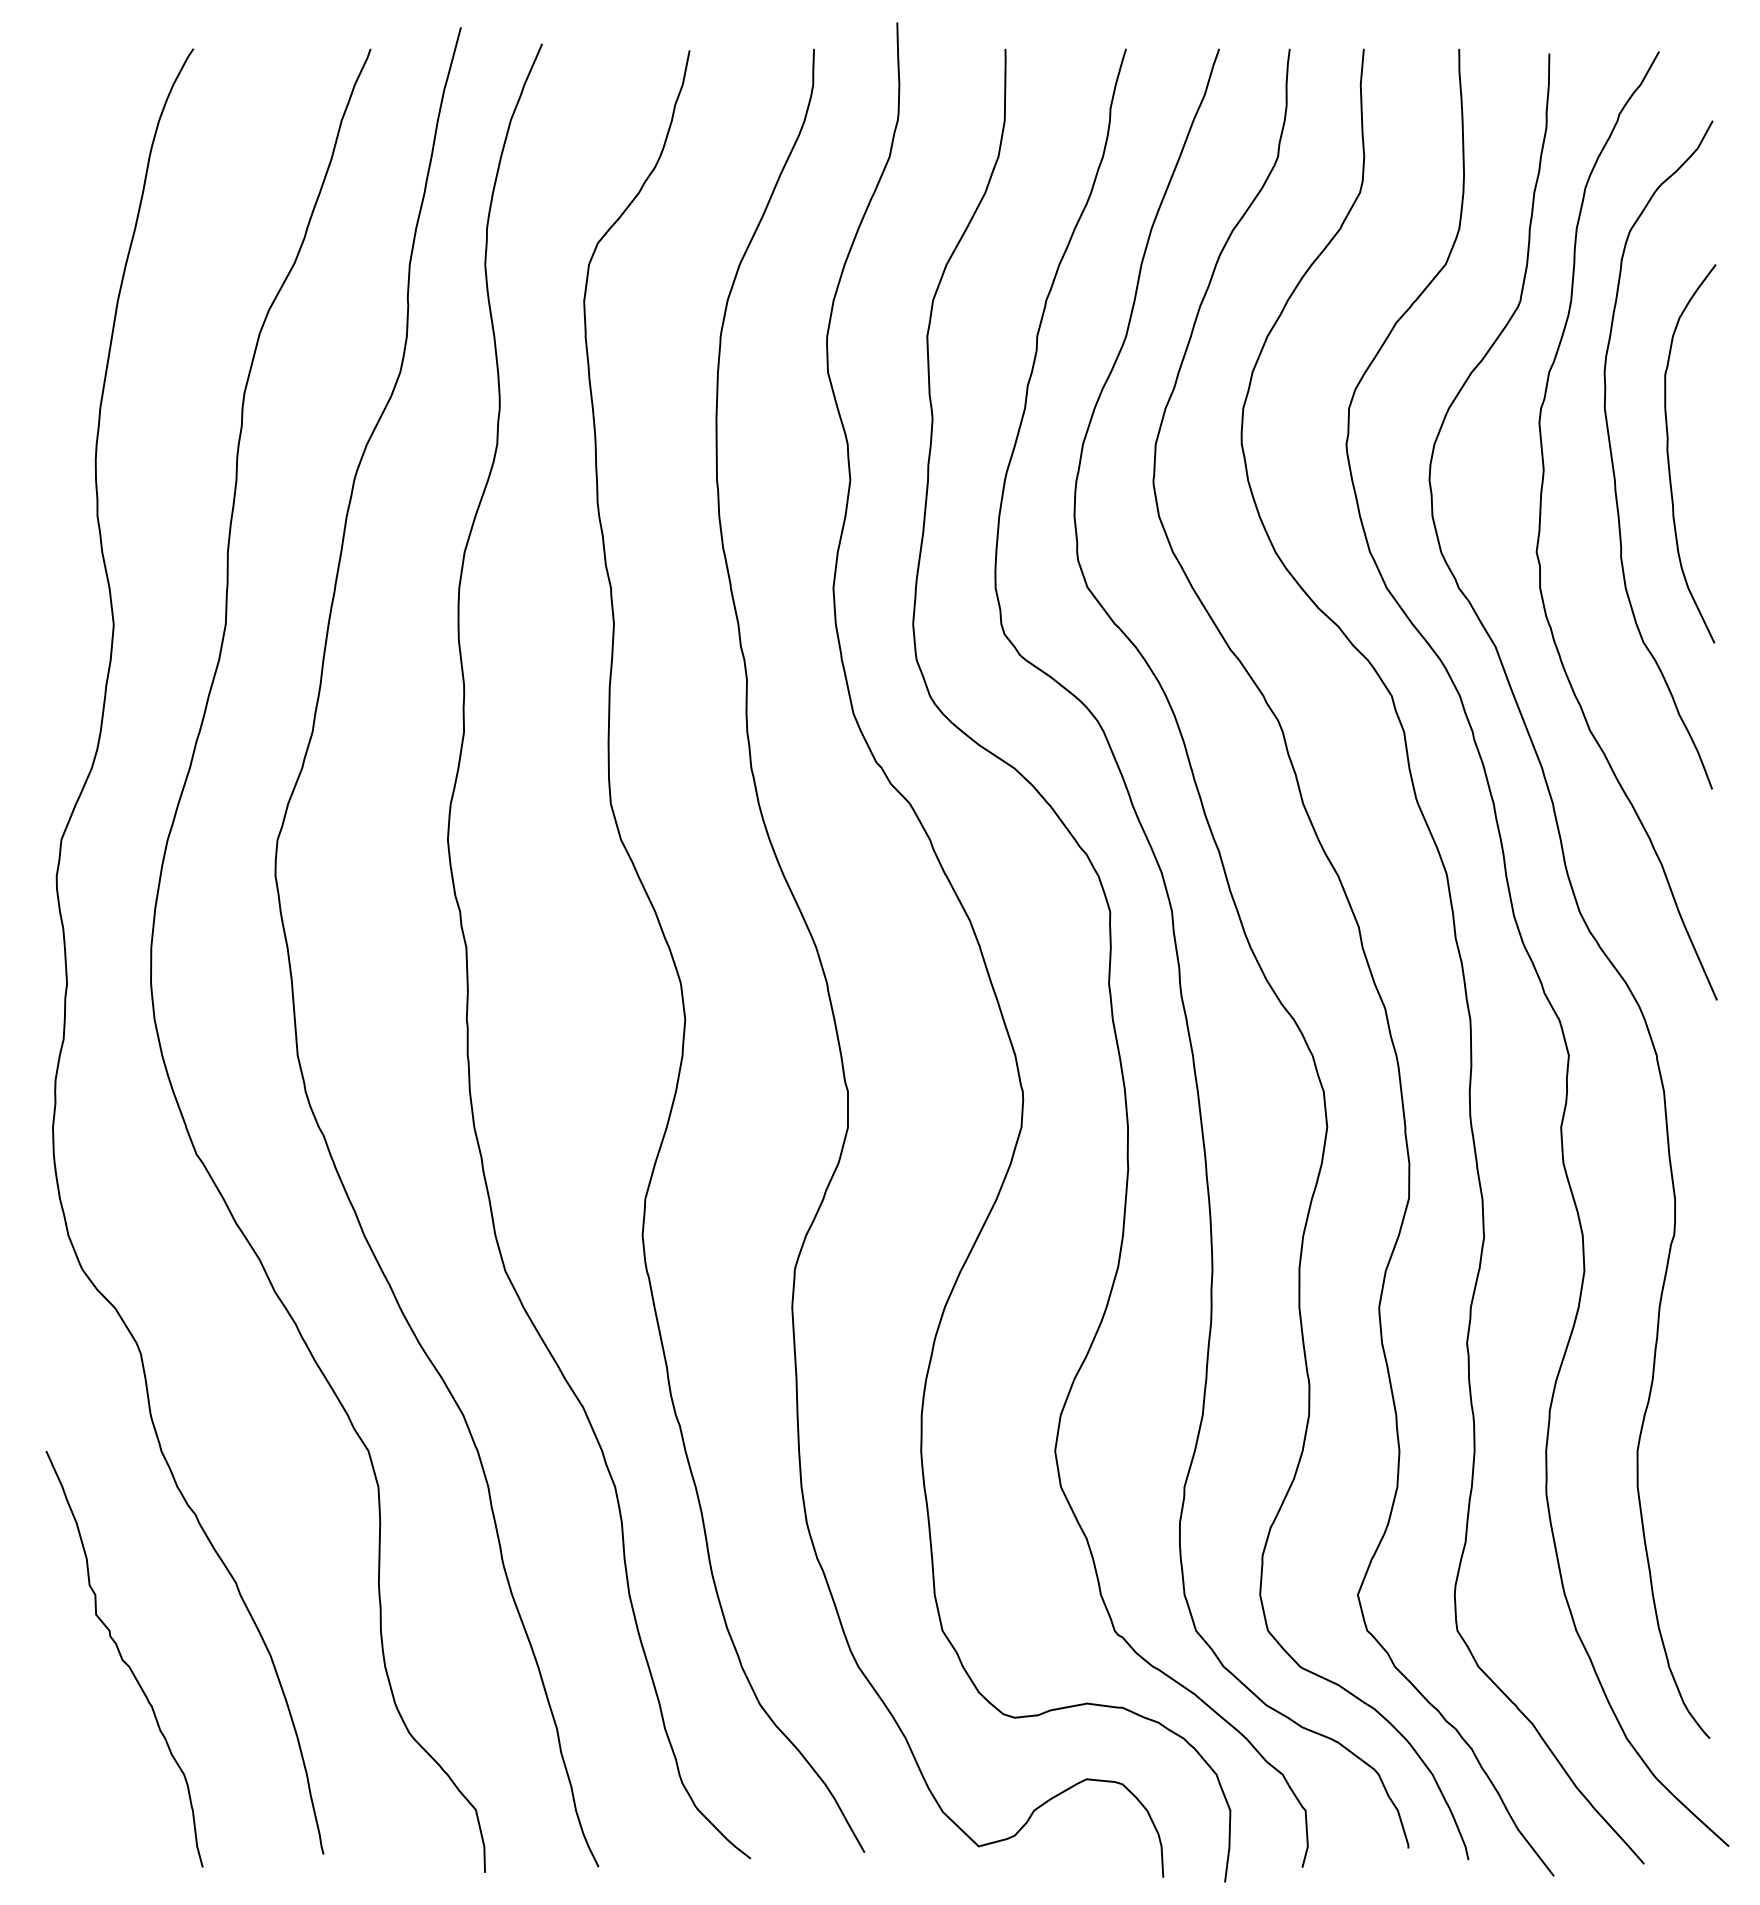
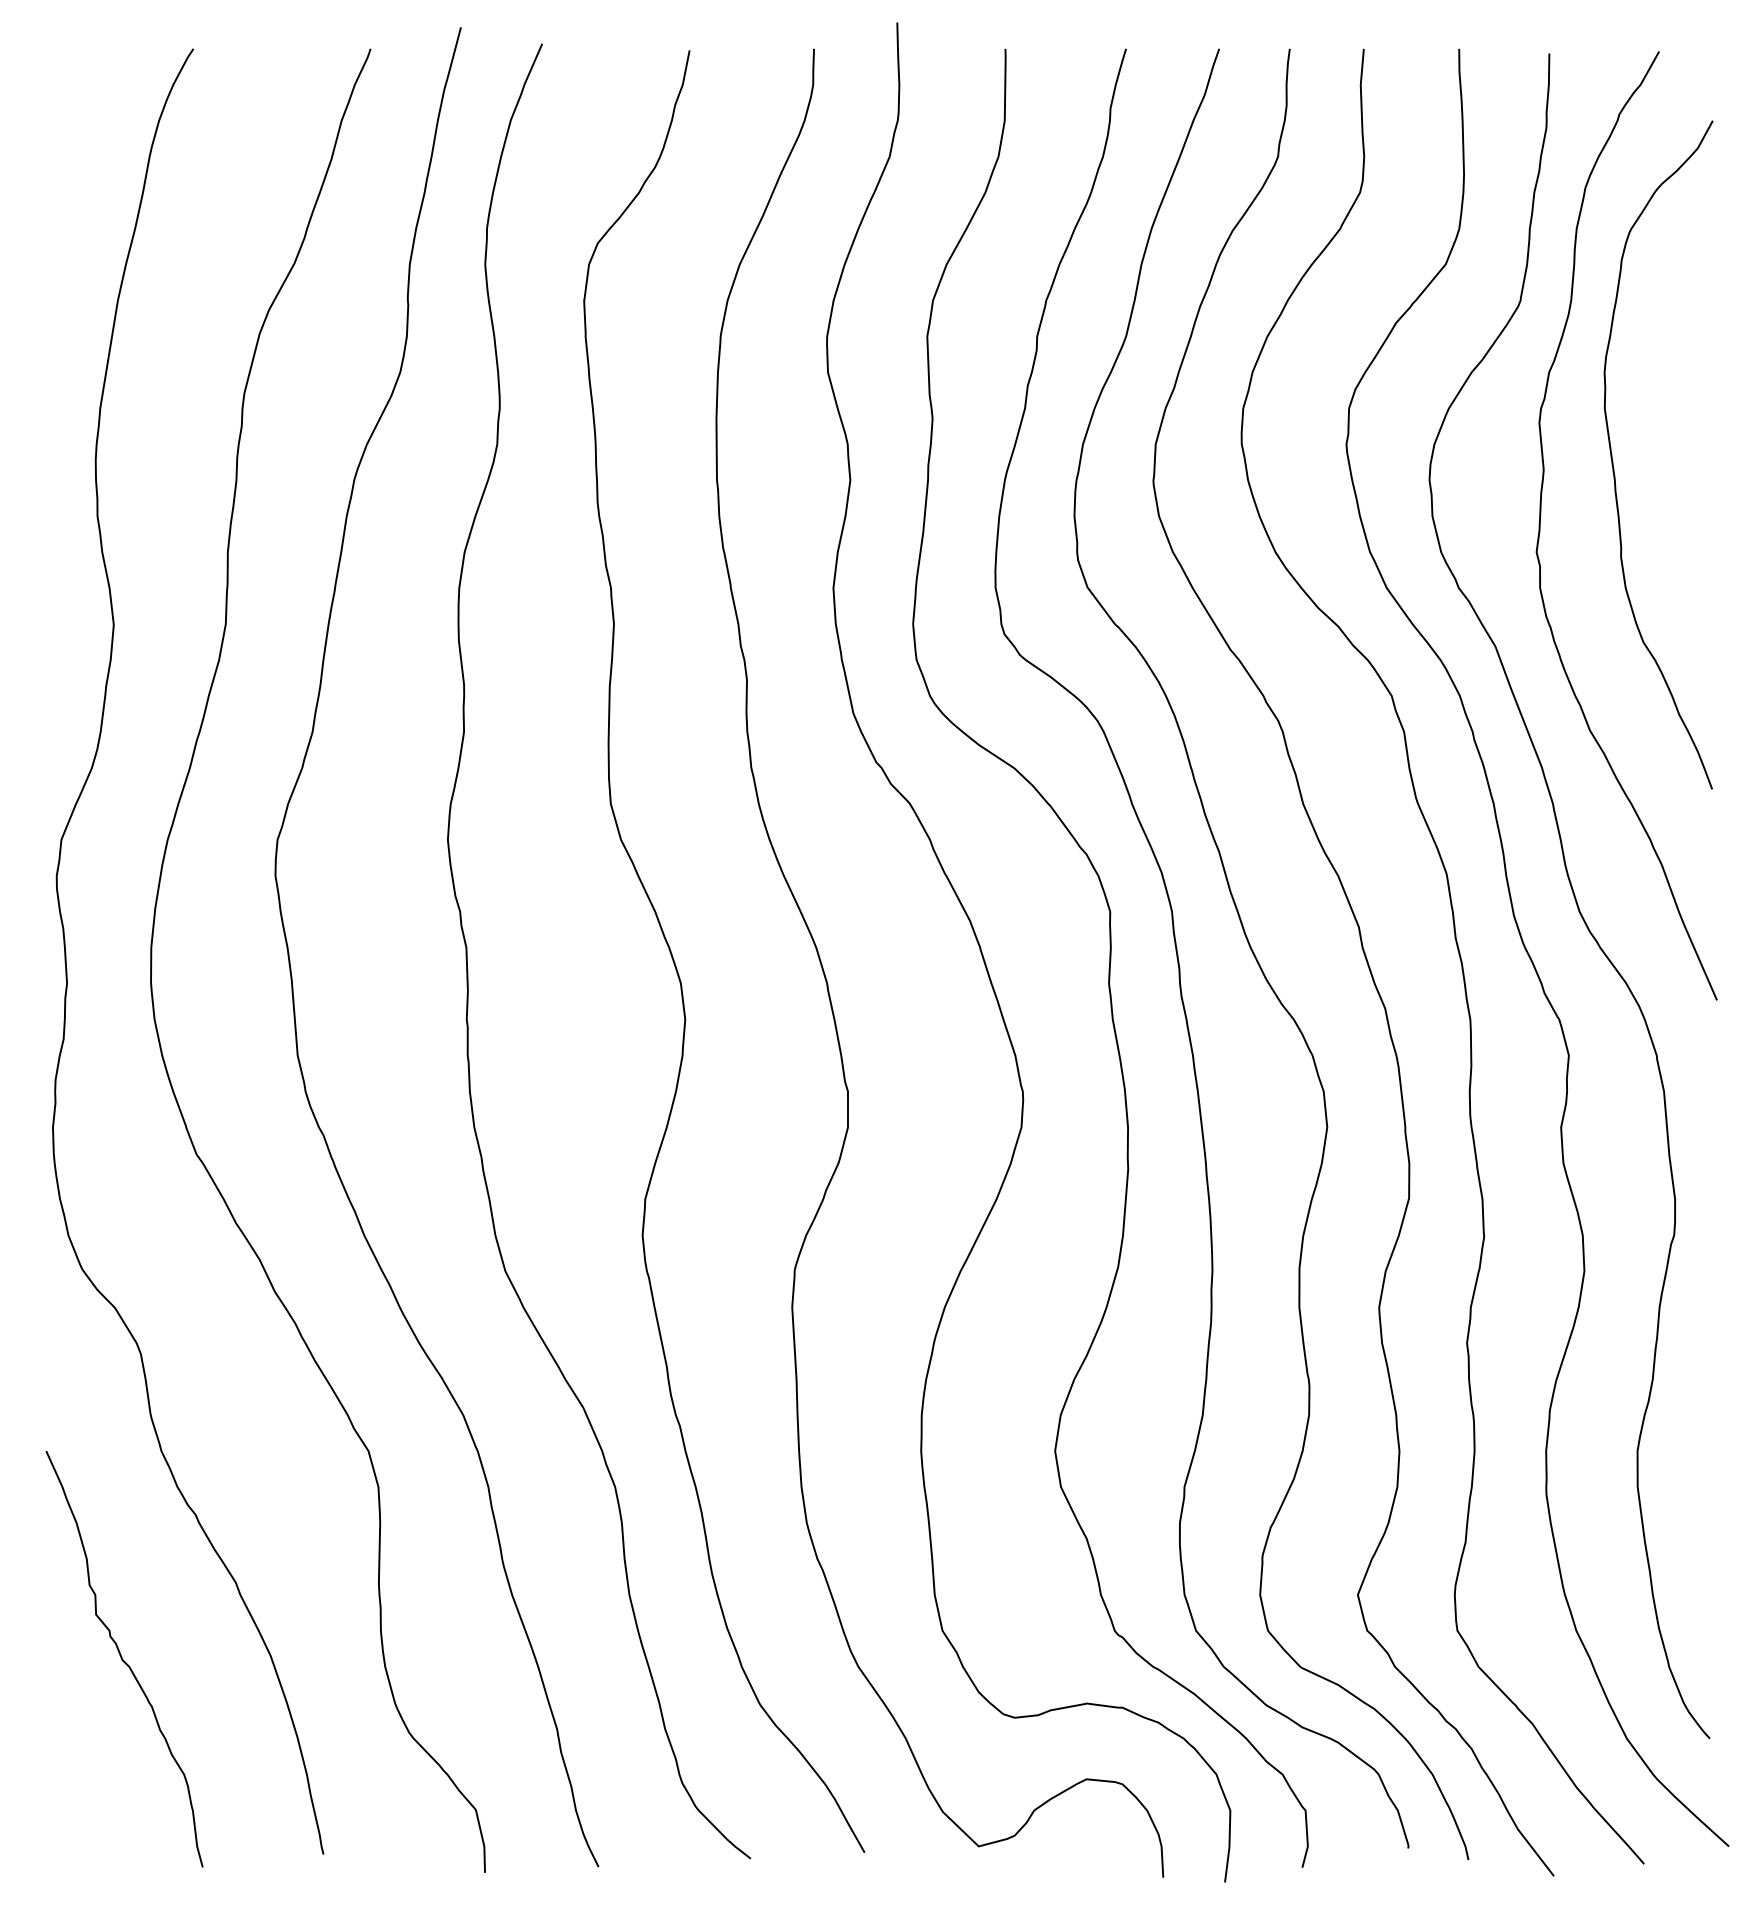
curve at (1669, 458): present -> none
